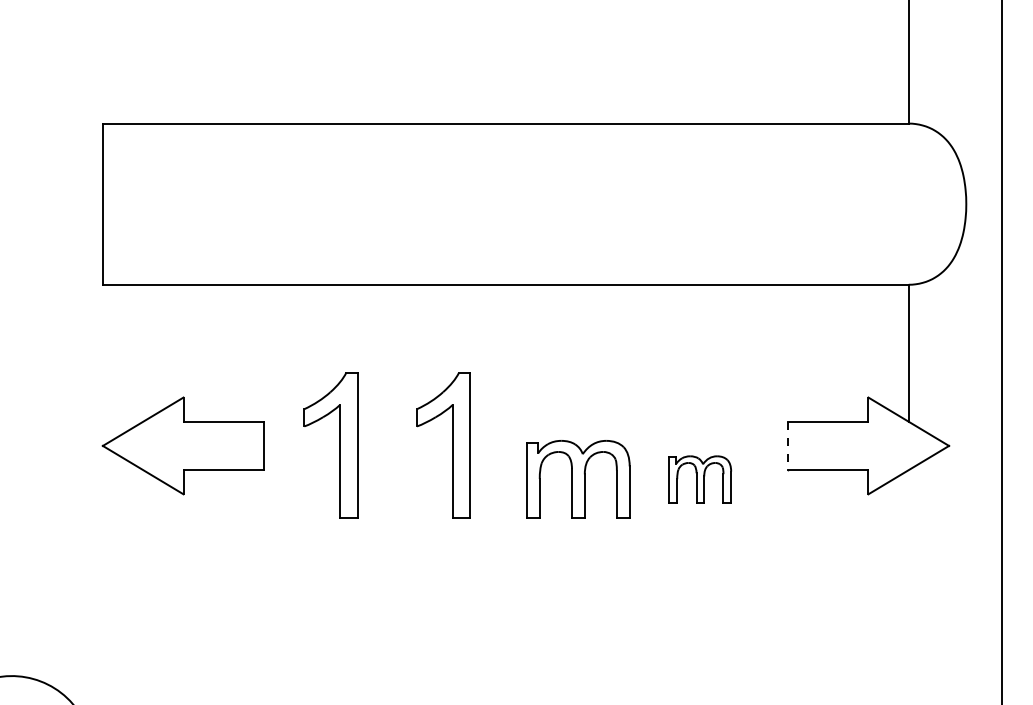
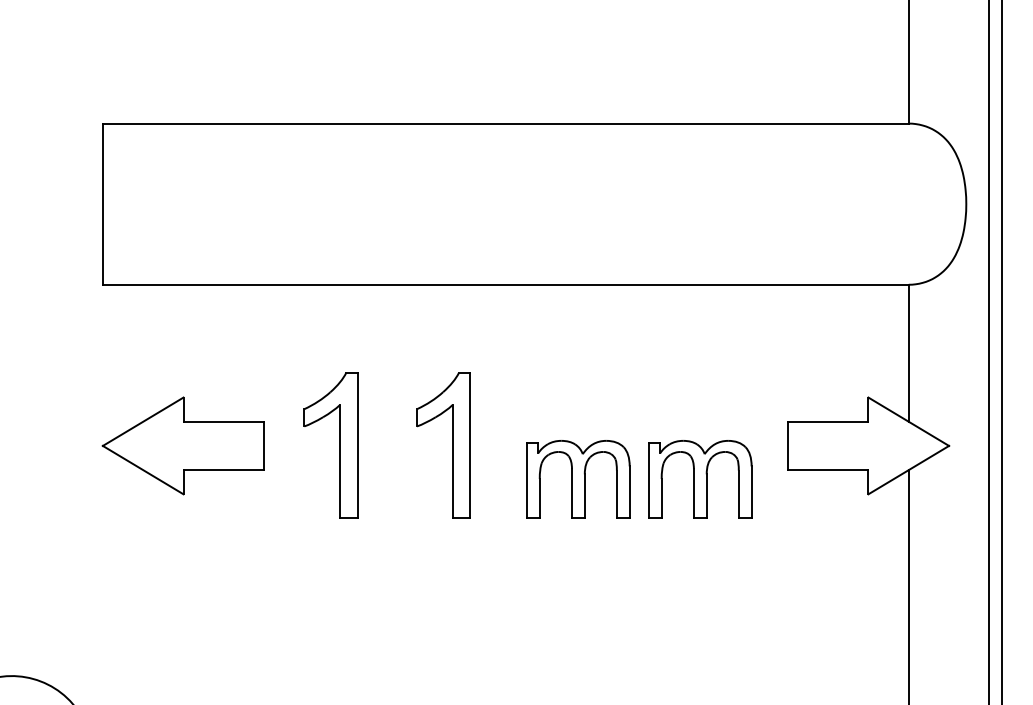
line at (989, 351): none -> present
line at (787, 446): dashed -> solid
part at (699, 479) size: 64x49 px -> 105x79 px
line at (908, 585): none -> present
